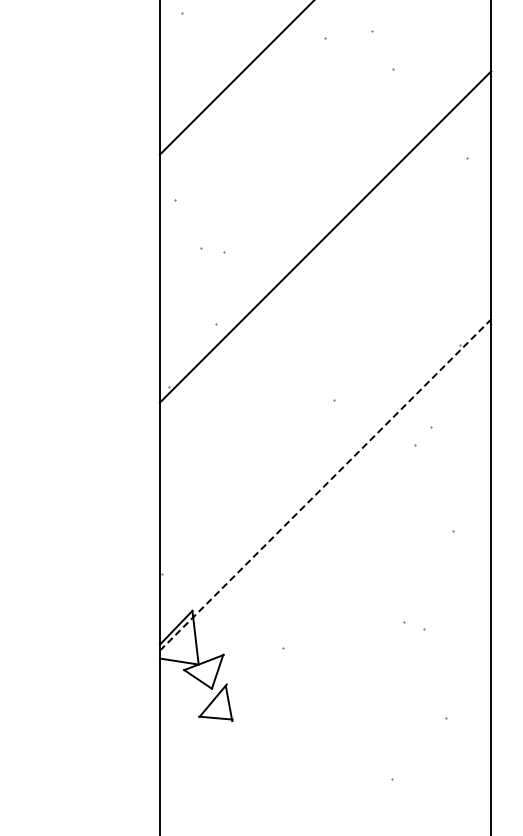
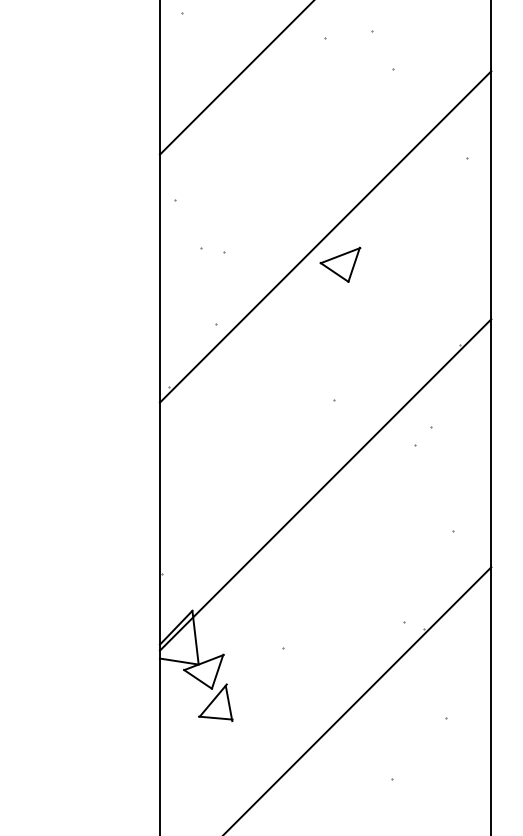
part at (340, 264): none -> present
line at (325, 484): dashed -> solid
line at (358, 699): none -> present
